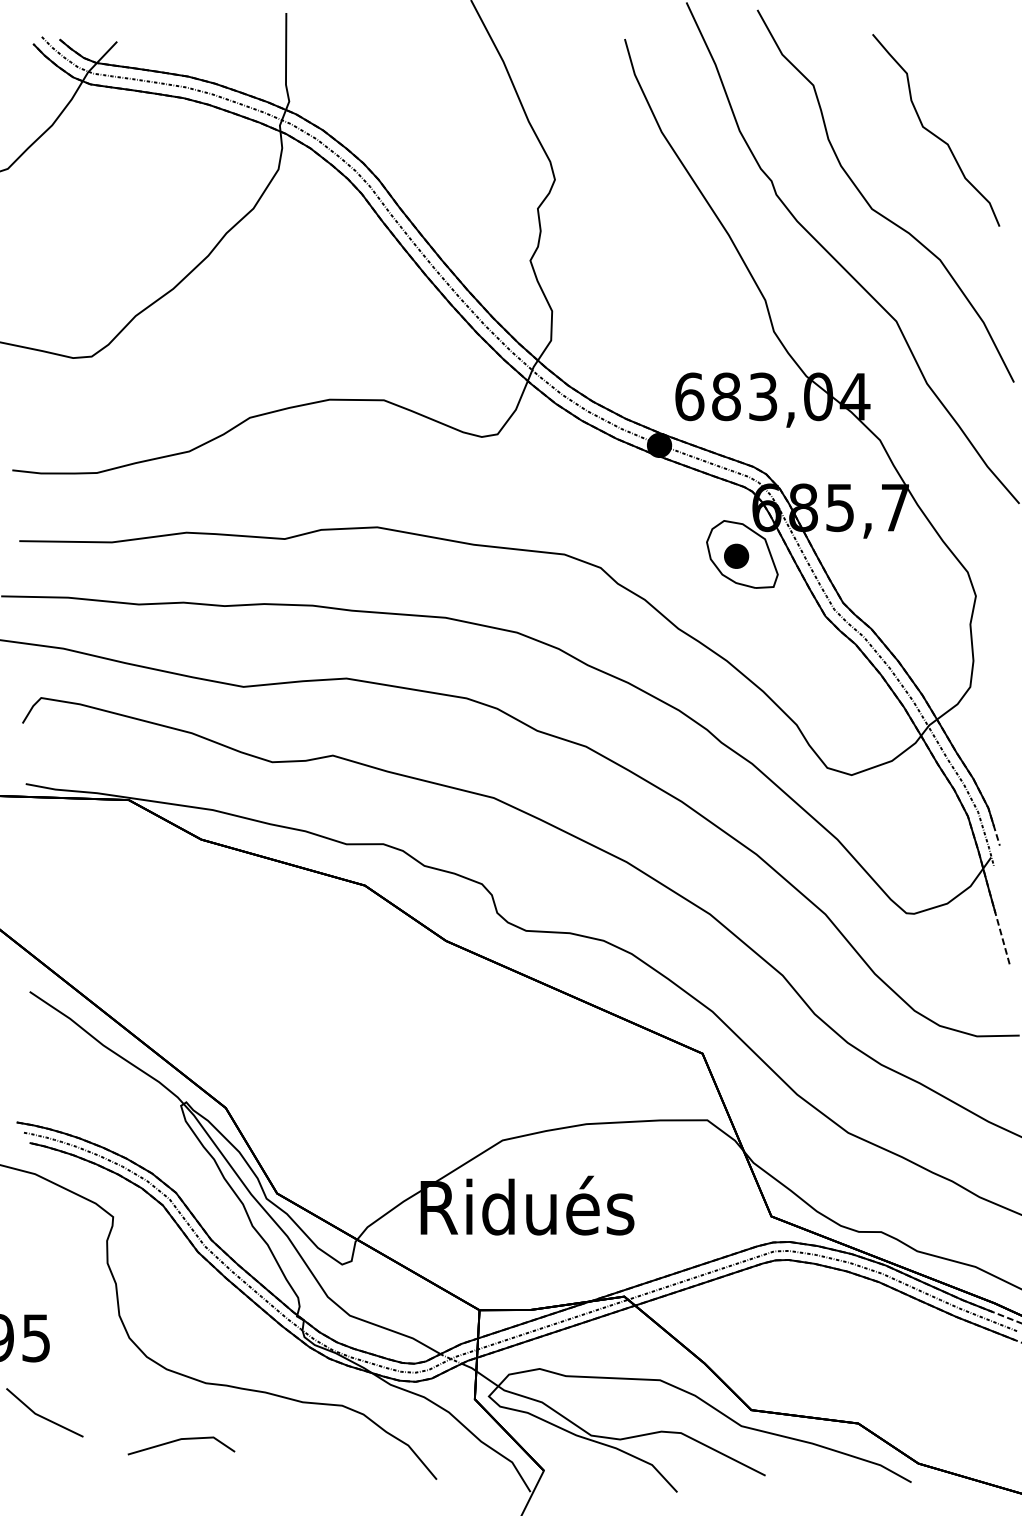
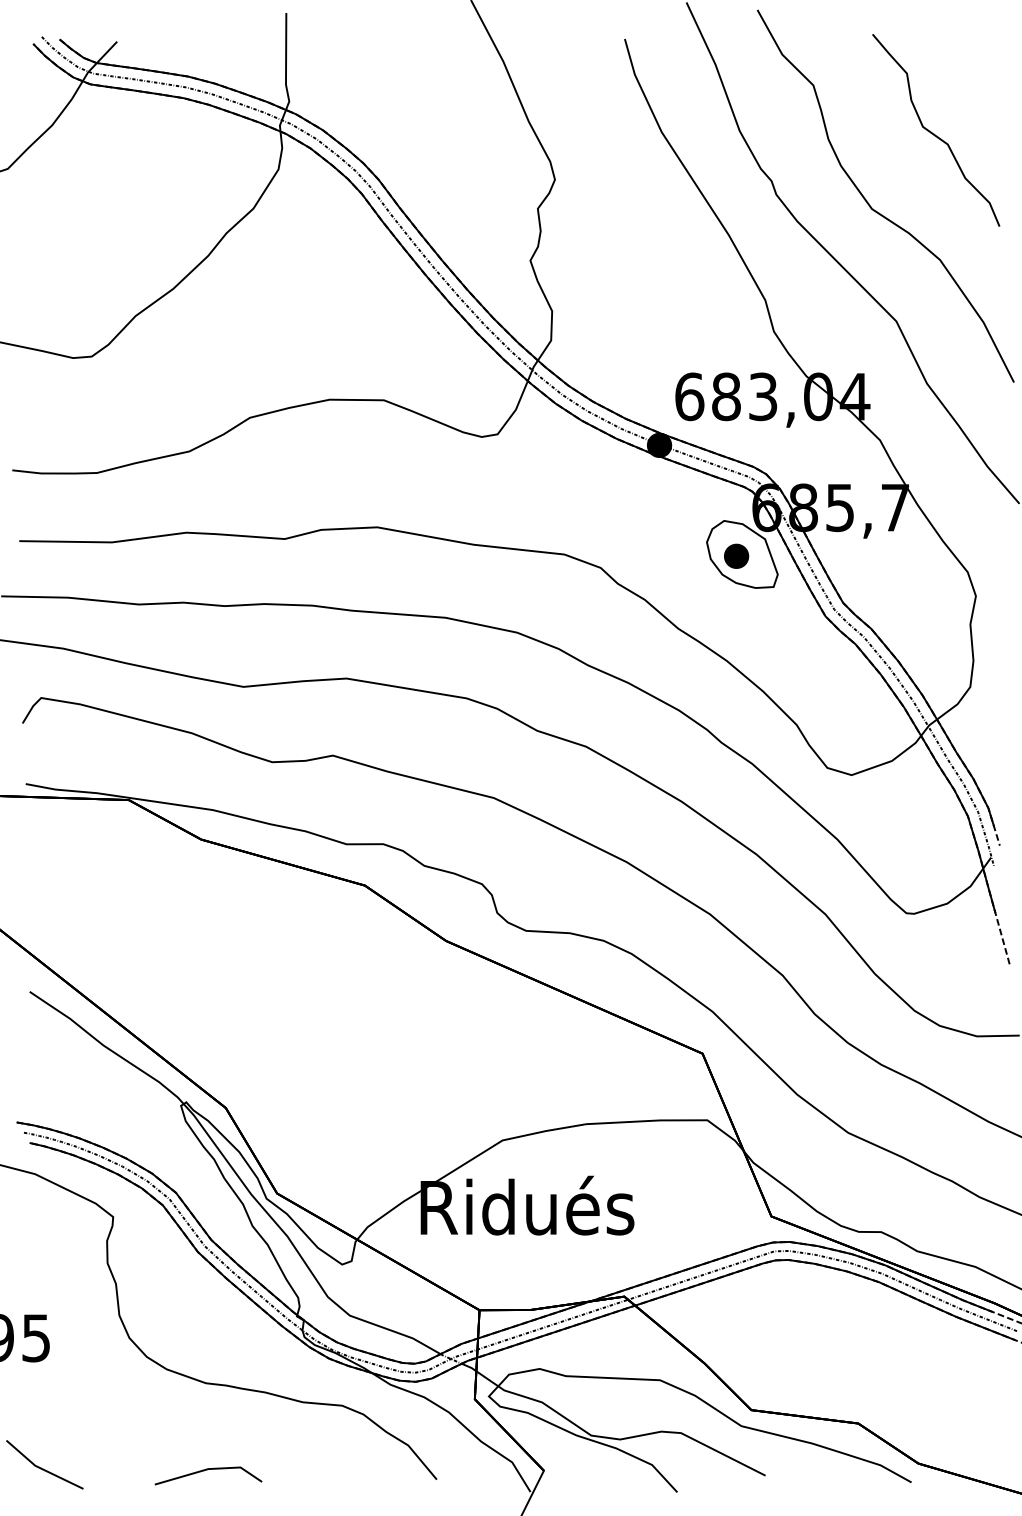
line at (43, 1416) position: (43, 1416) -> (43, 1468)
line at (180, 1440) position: (180, 1440) -> (207, 1470)
